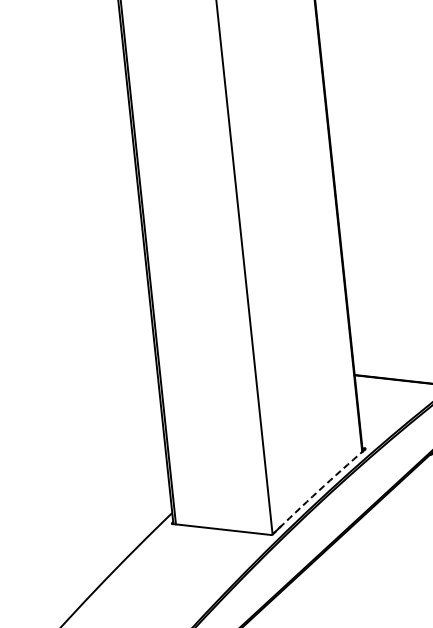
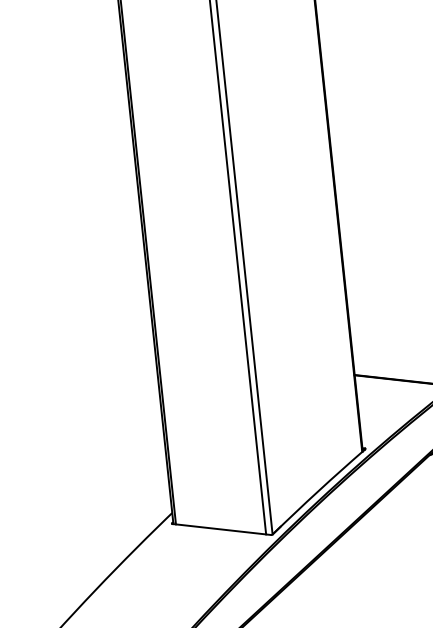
line at (238, 268): none -> present
arc at (318, 491): dashed -> solid
